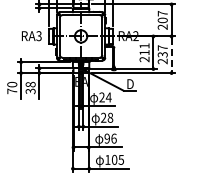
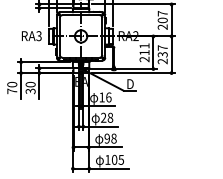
line at (171, 55): dashed -> solid
text at (30, 84): 38 -> 30
text at (105, 97): 24 -> 16
text at (113, 138): 96 -> 98
